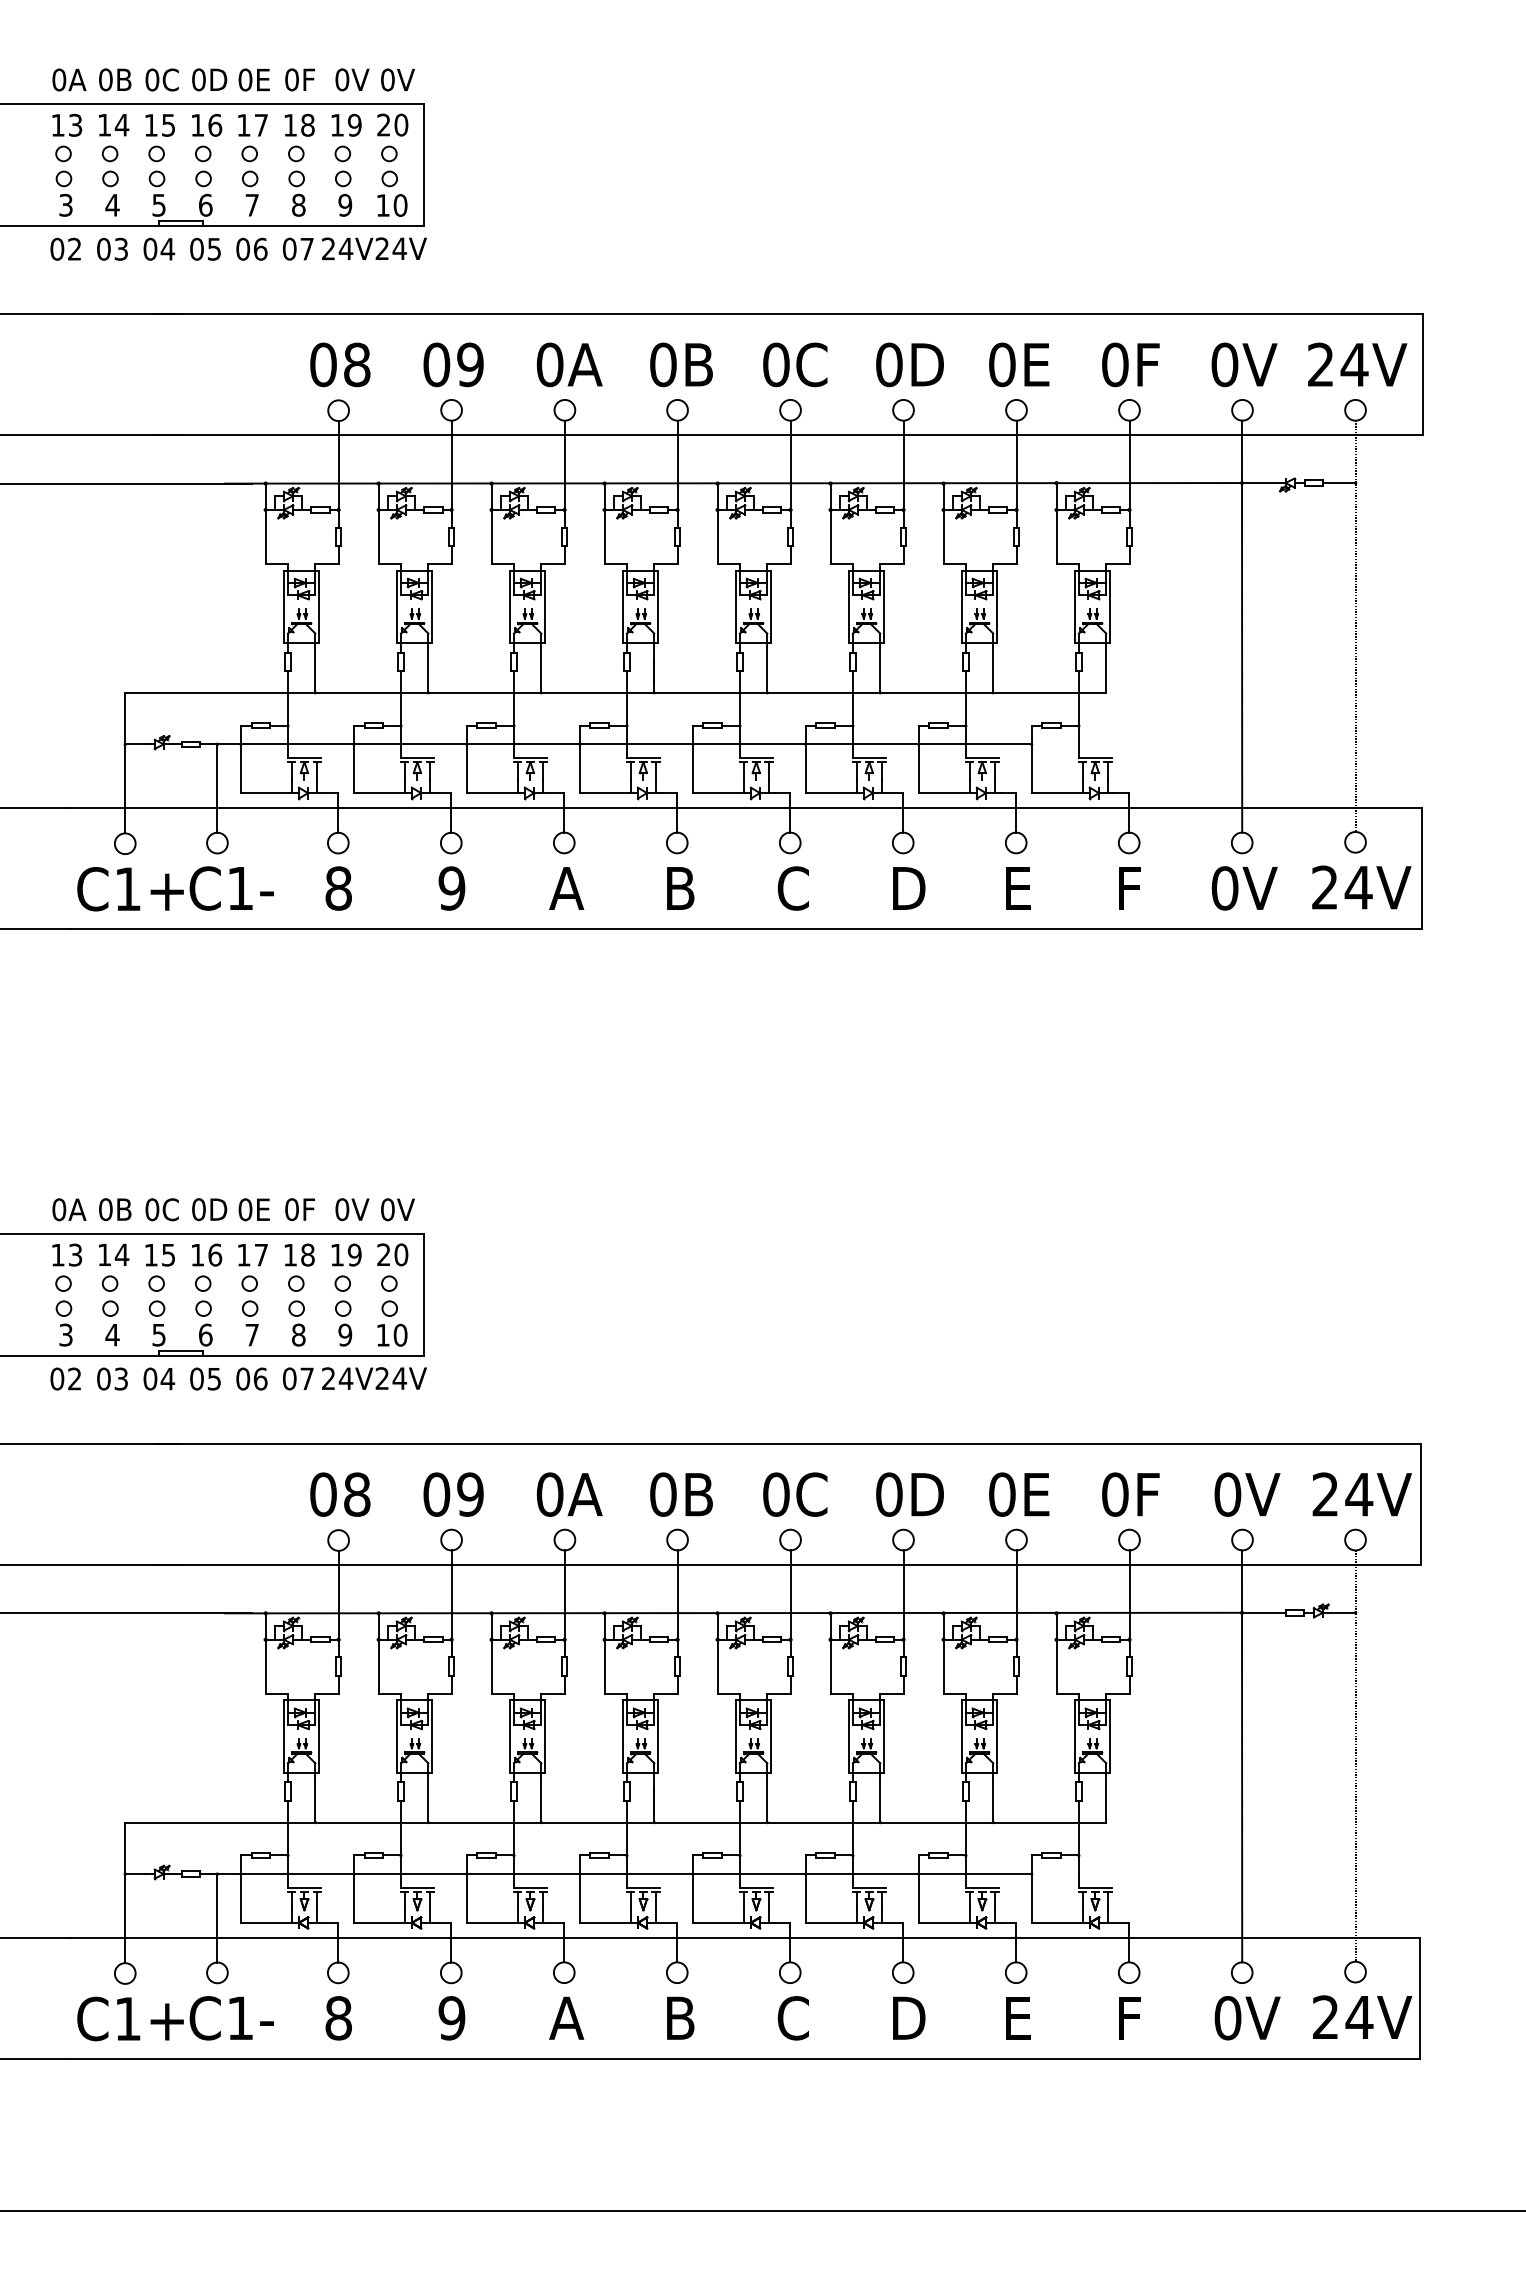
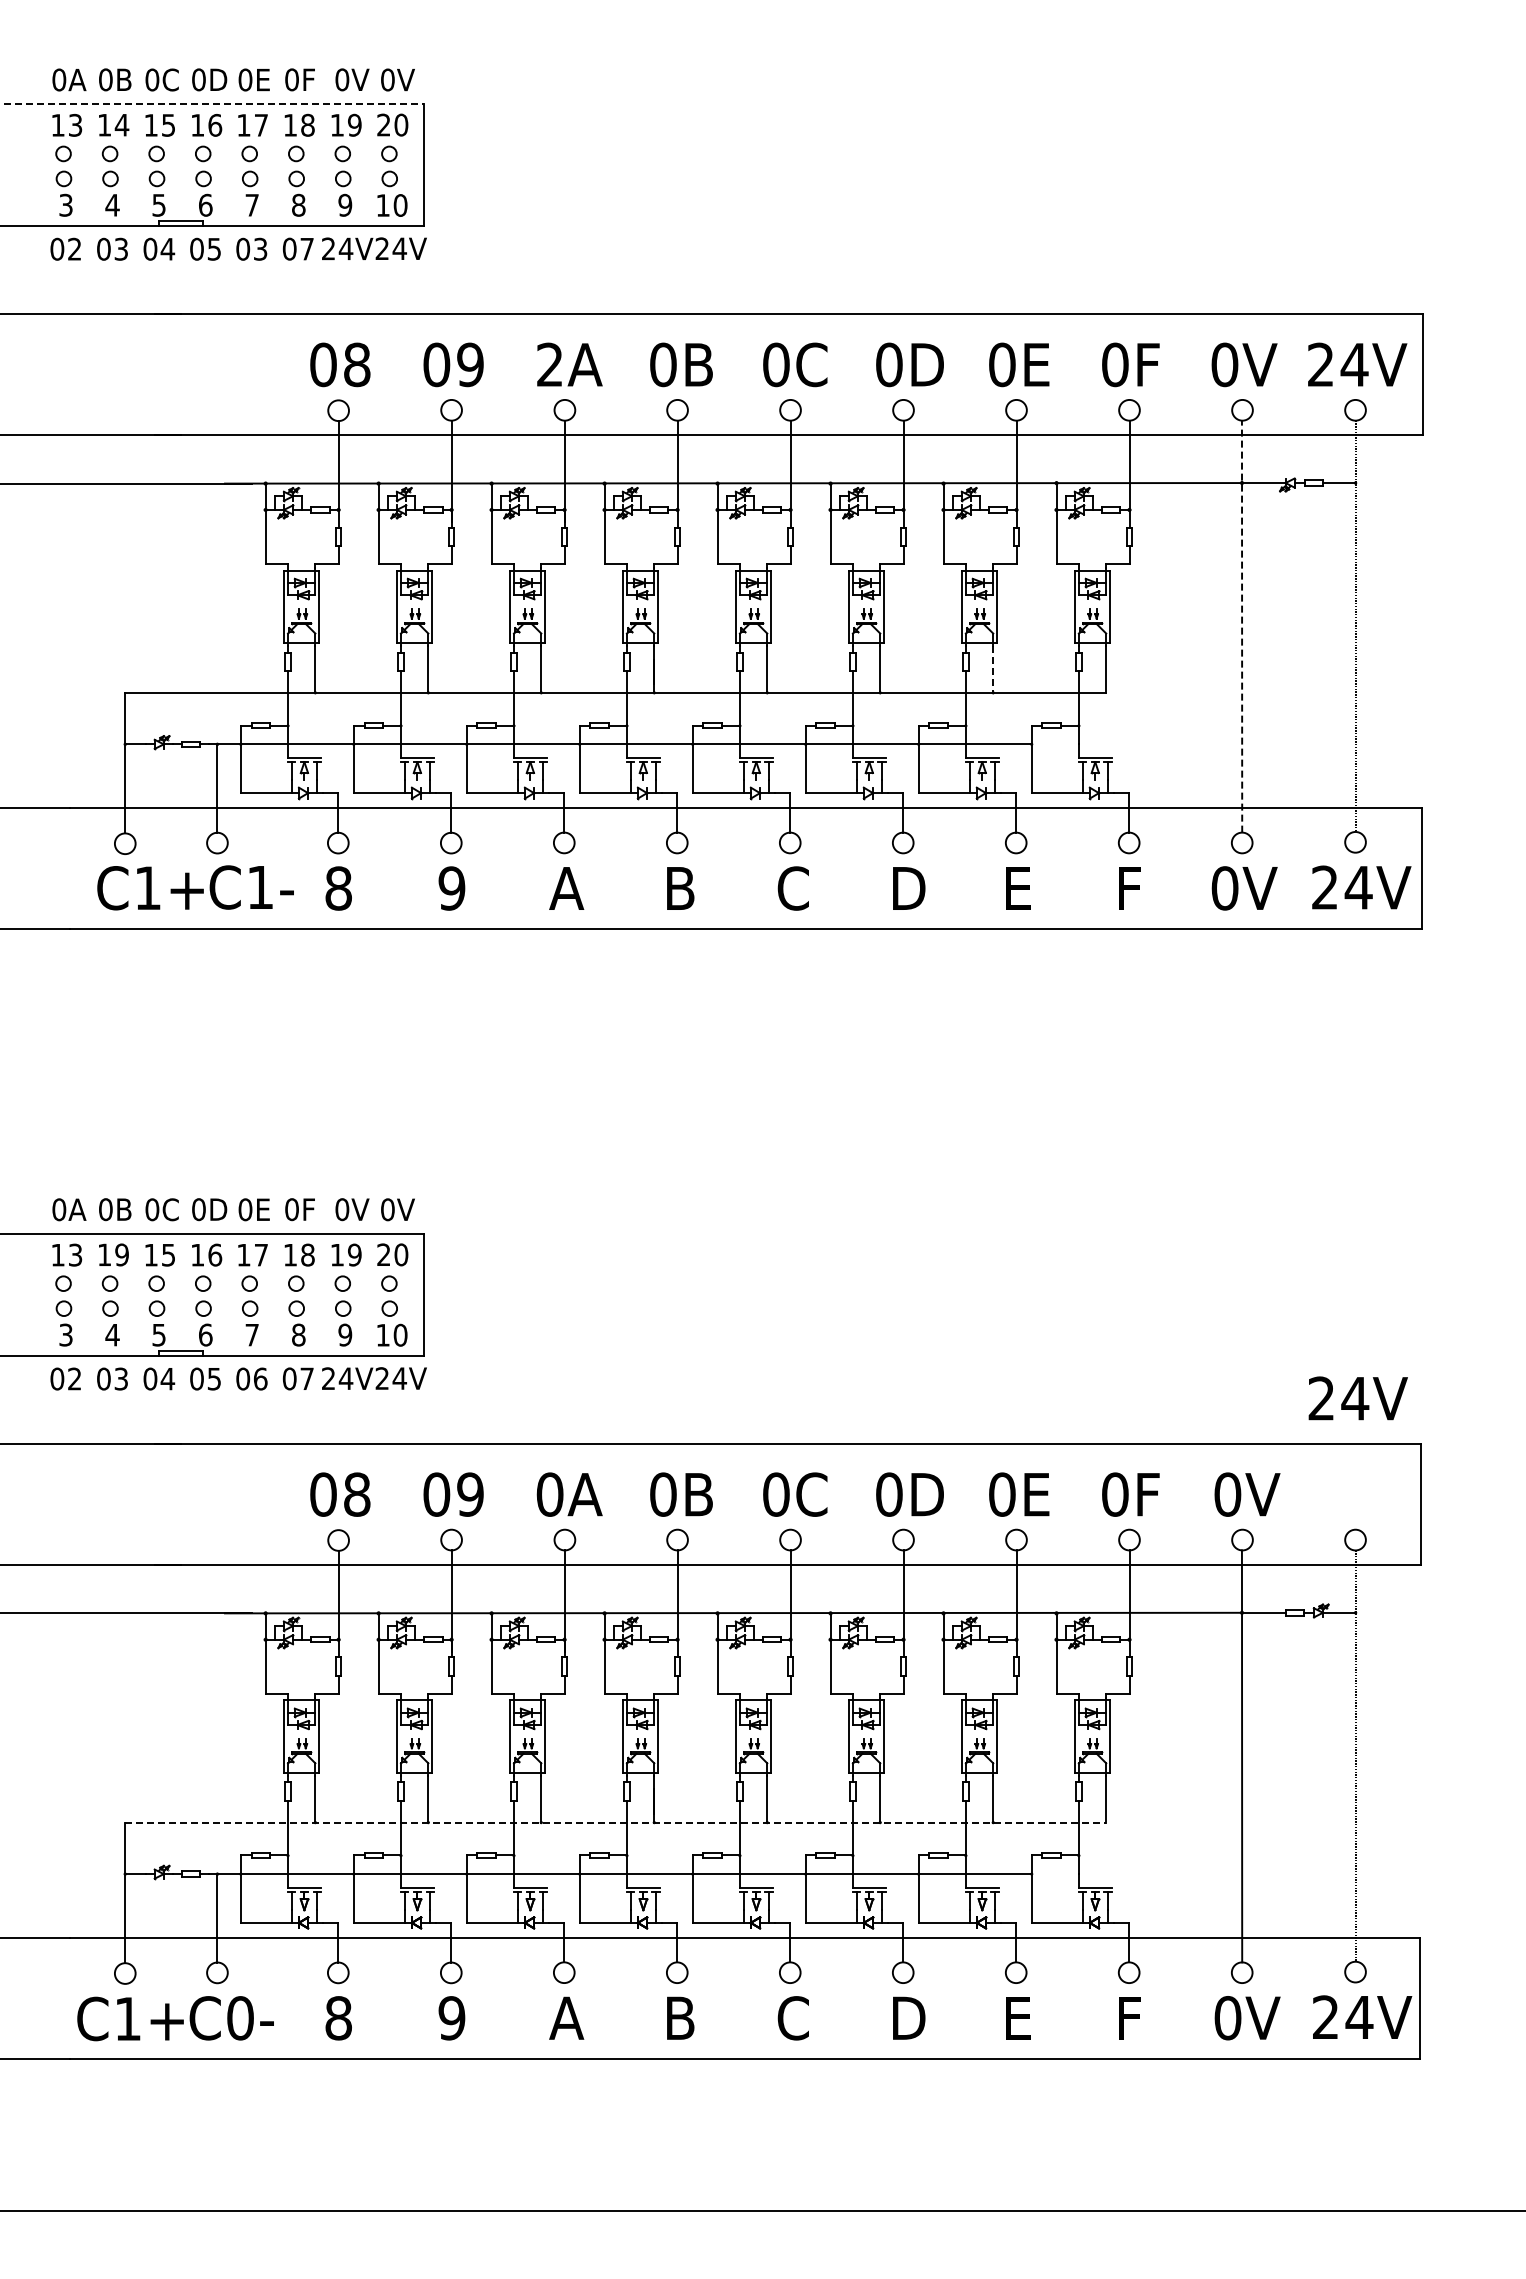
line at (212, 103): solid -> dashed
text at (260, 248): 06 -> 03
text at (549, 364): 0A -> 2A
line at (1242, 626): solid -> dashed
line at (993, 669): solid -> dashed
text at (175, 888) position: (175, 888) -> (195, 887)
text at (121, 1254): 14 -> 19
text at (1361, 1494) position: (1361, 1494) -> (1357, 1398)
line at (616, 1822): solid -> dashed
text at (240, 2018): C1- -> C0-
